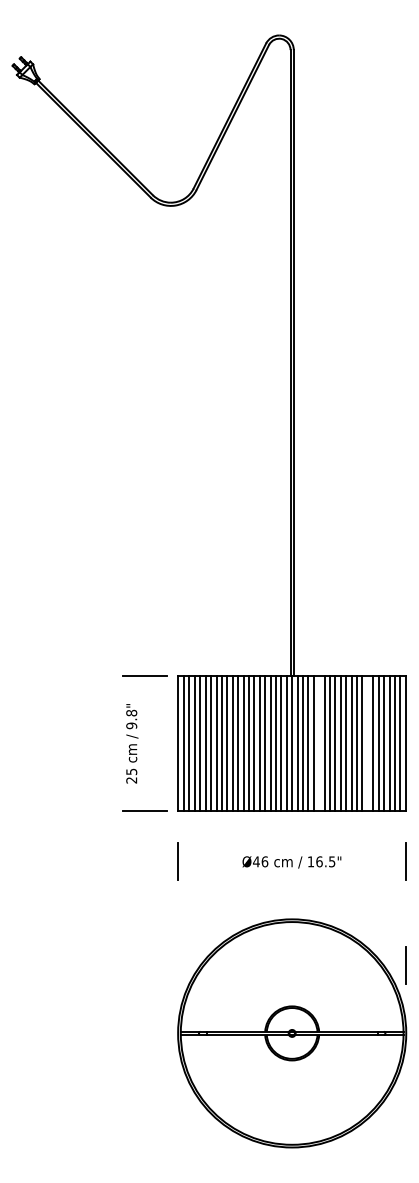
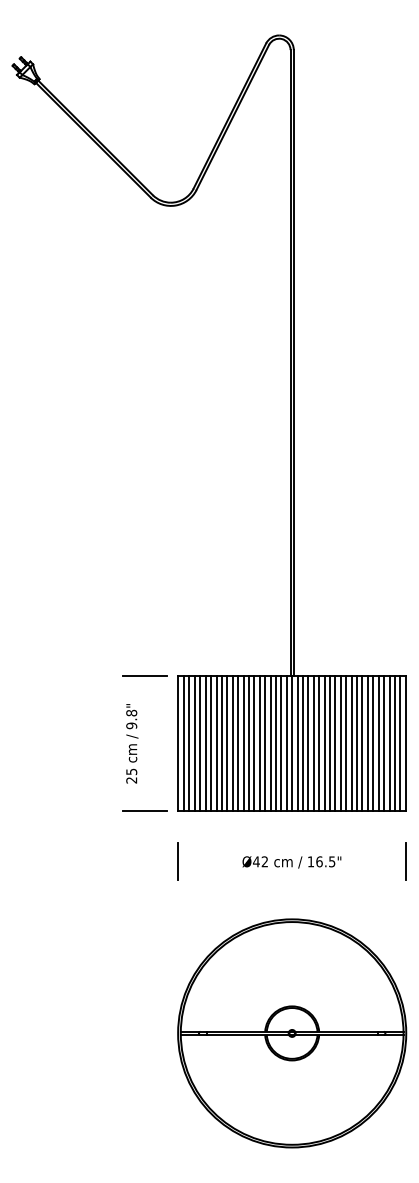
line at (319, 743): none -> present
line at (367, 743): none -> present
text at (264, 861): Ø46 -> Ø42
line at (405, 965): present -> none
